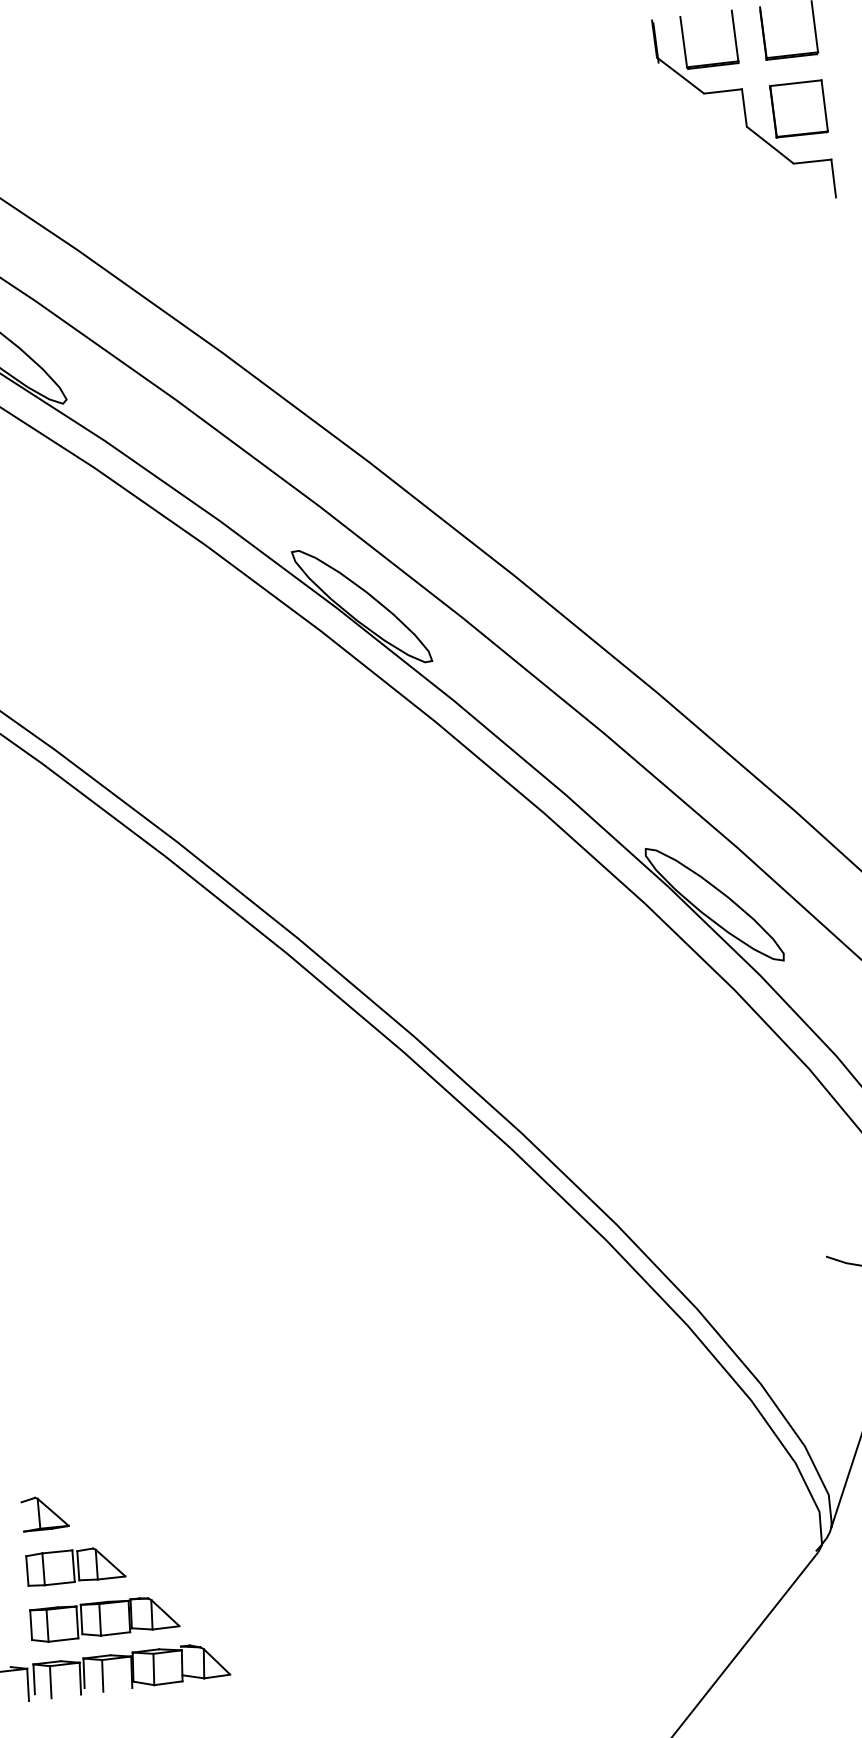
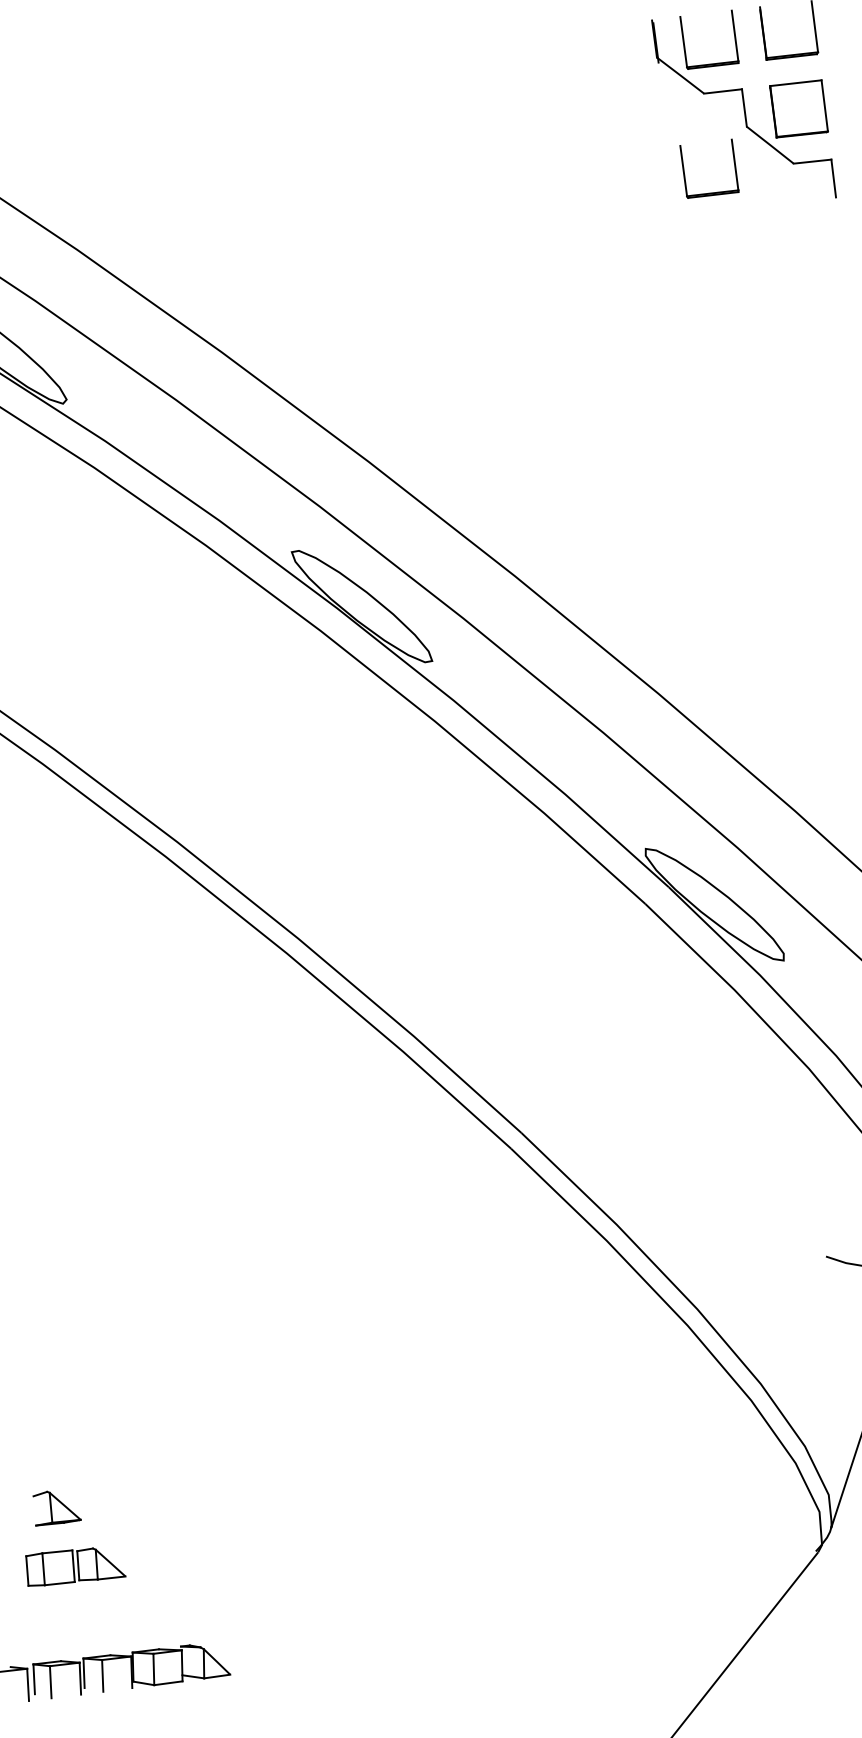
part at (709, 192): none -> present
part at (44, 1514) position: (44, 1514) -> (56, 1508)
part at (104, 1619): present -> none
